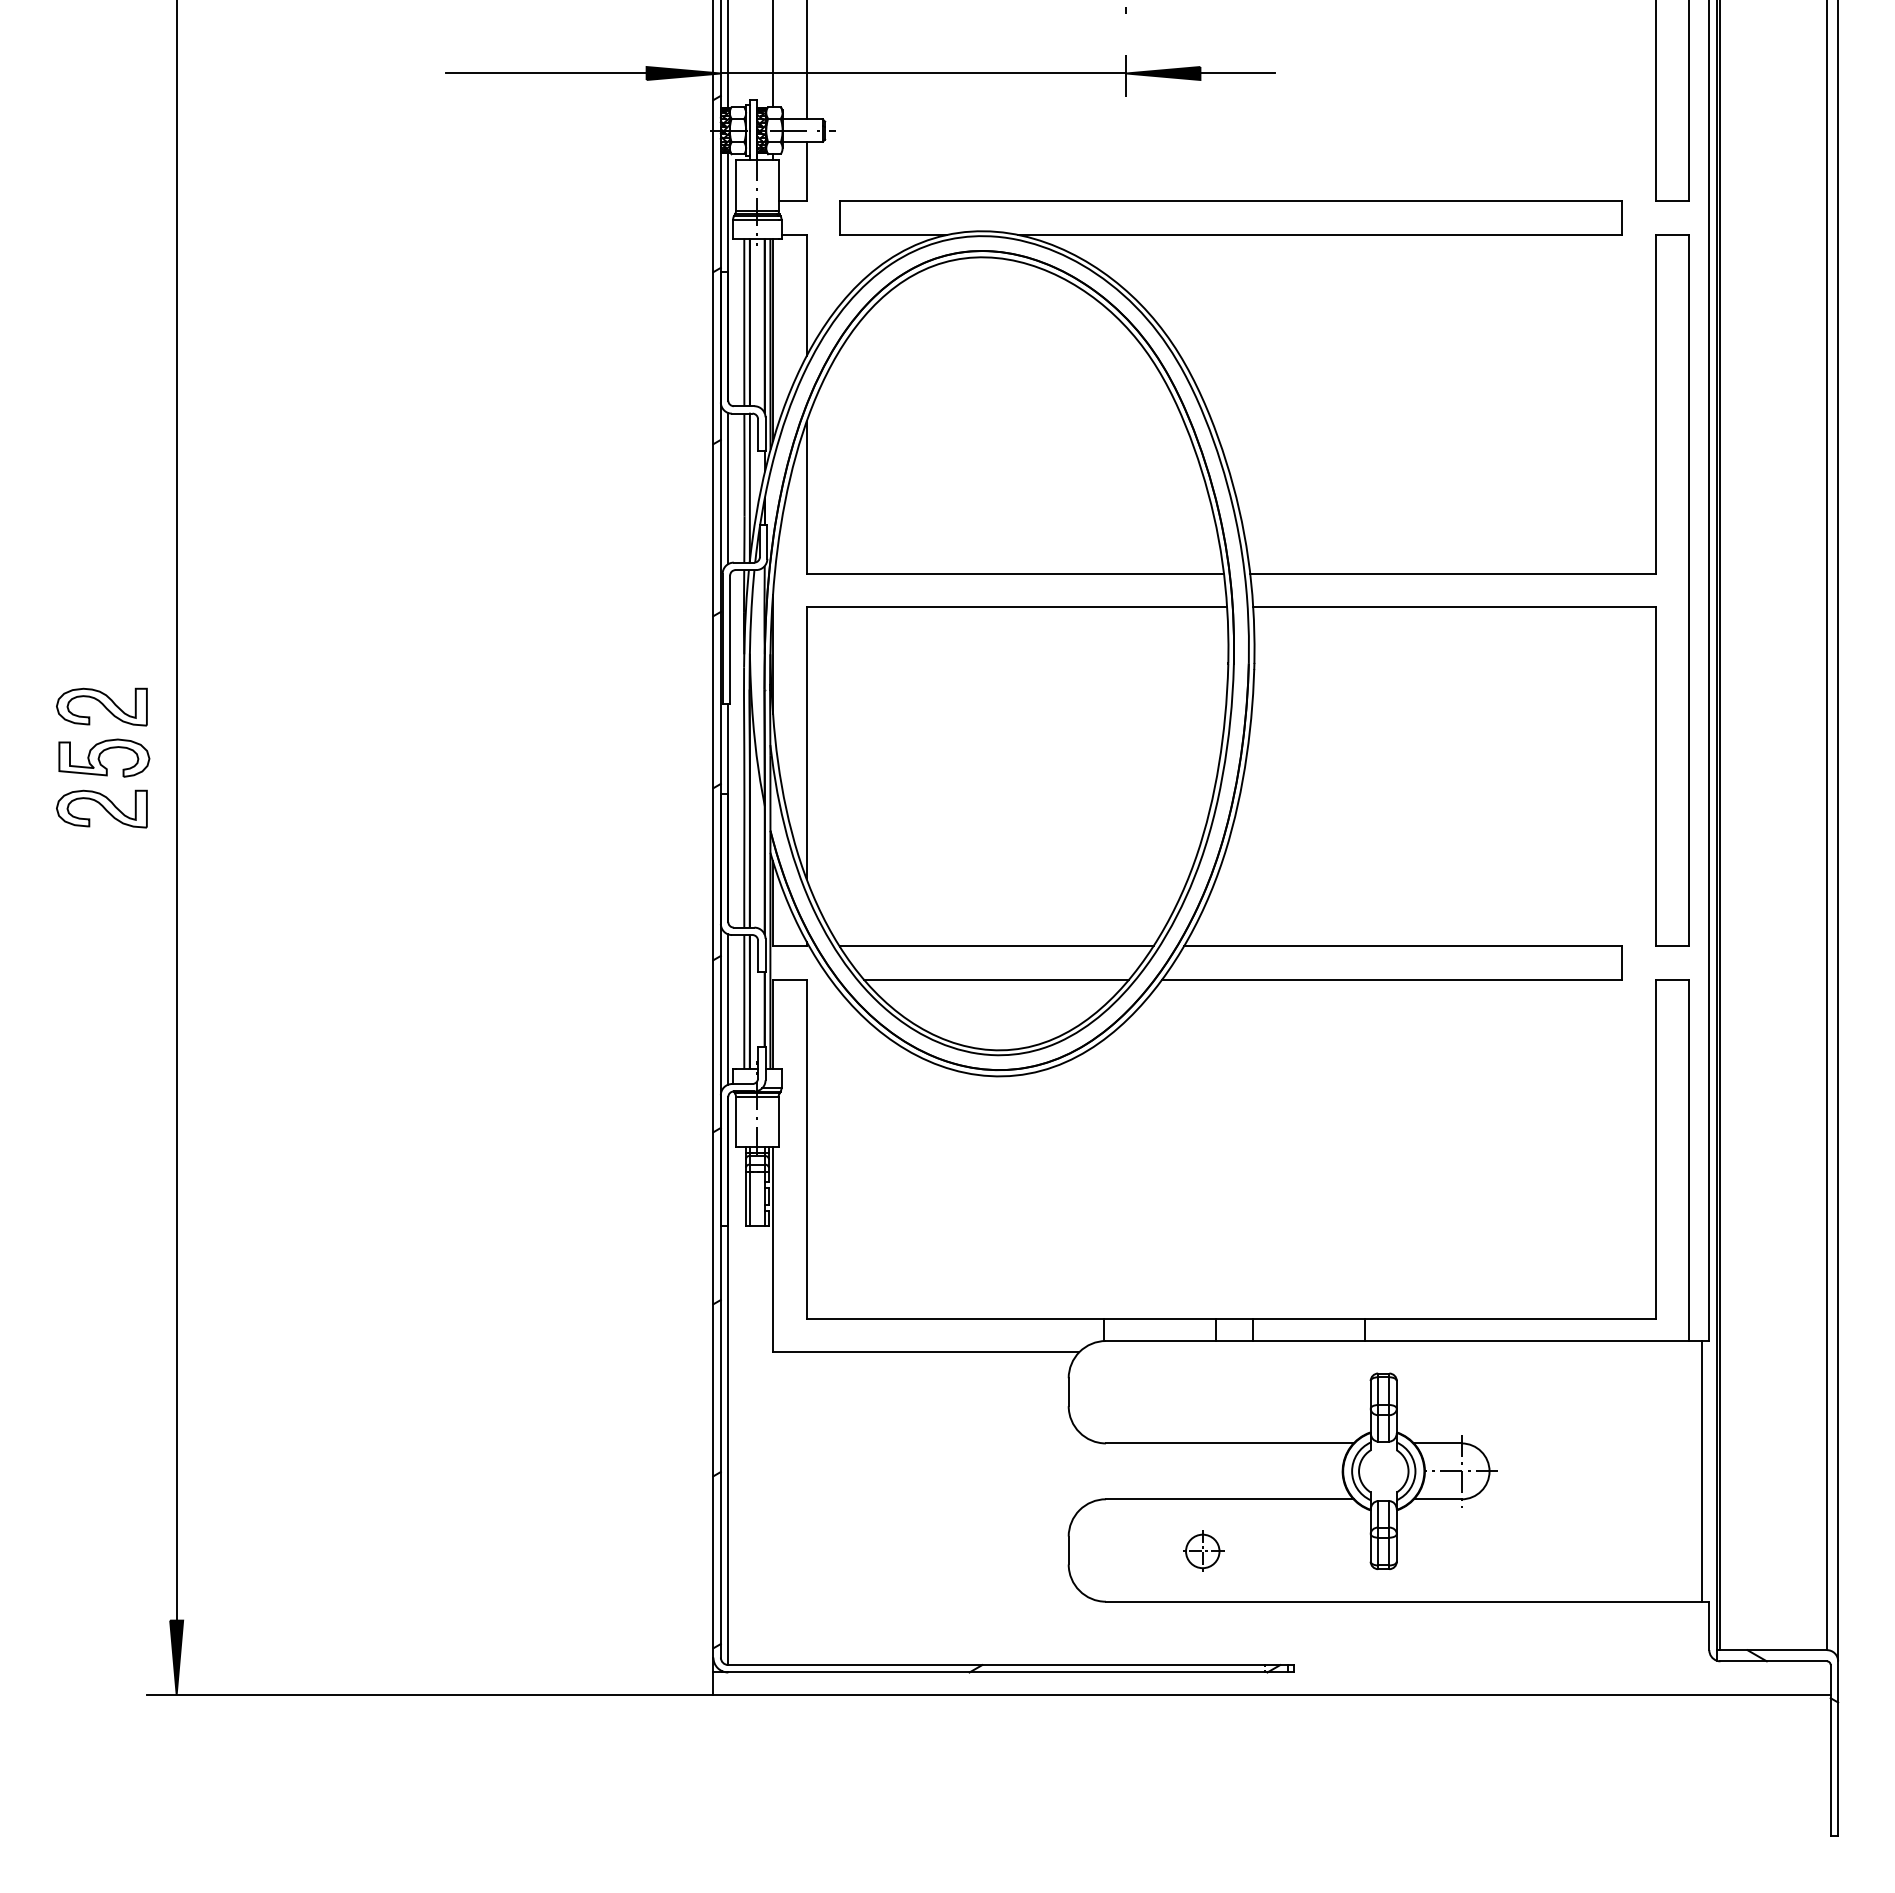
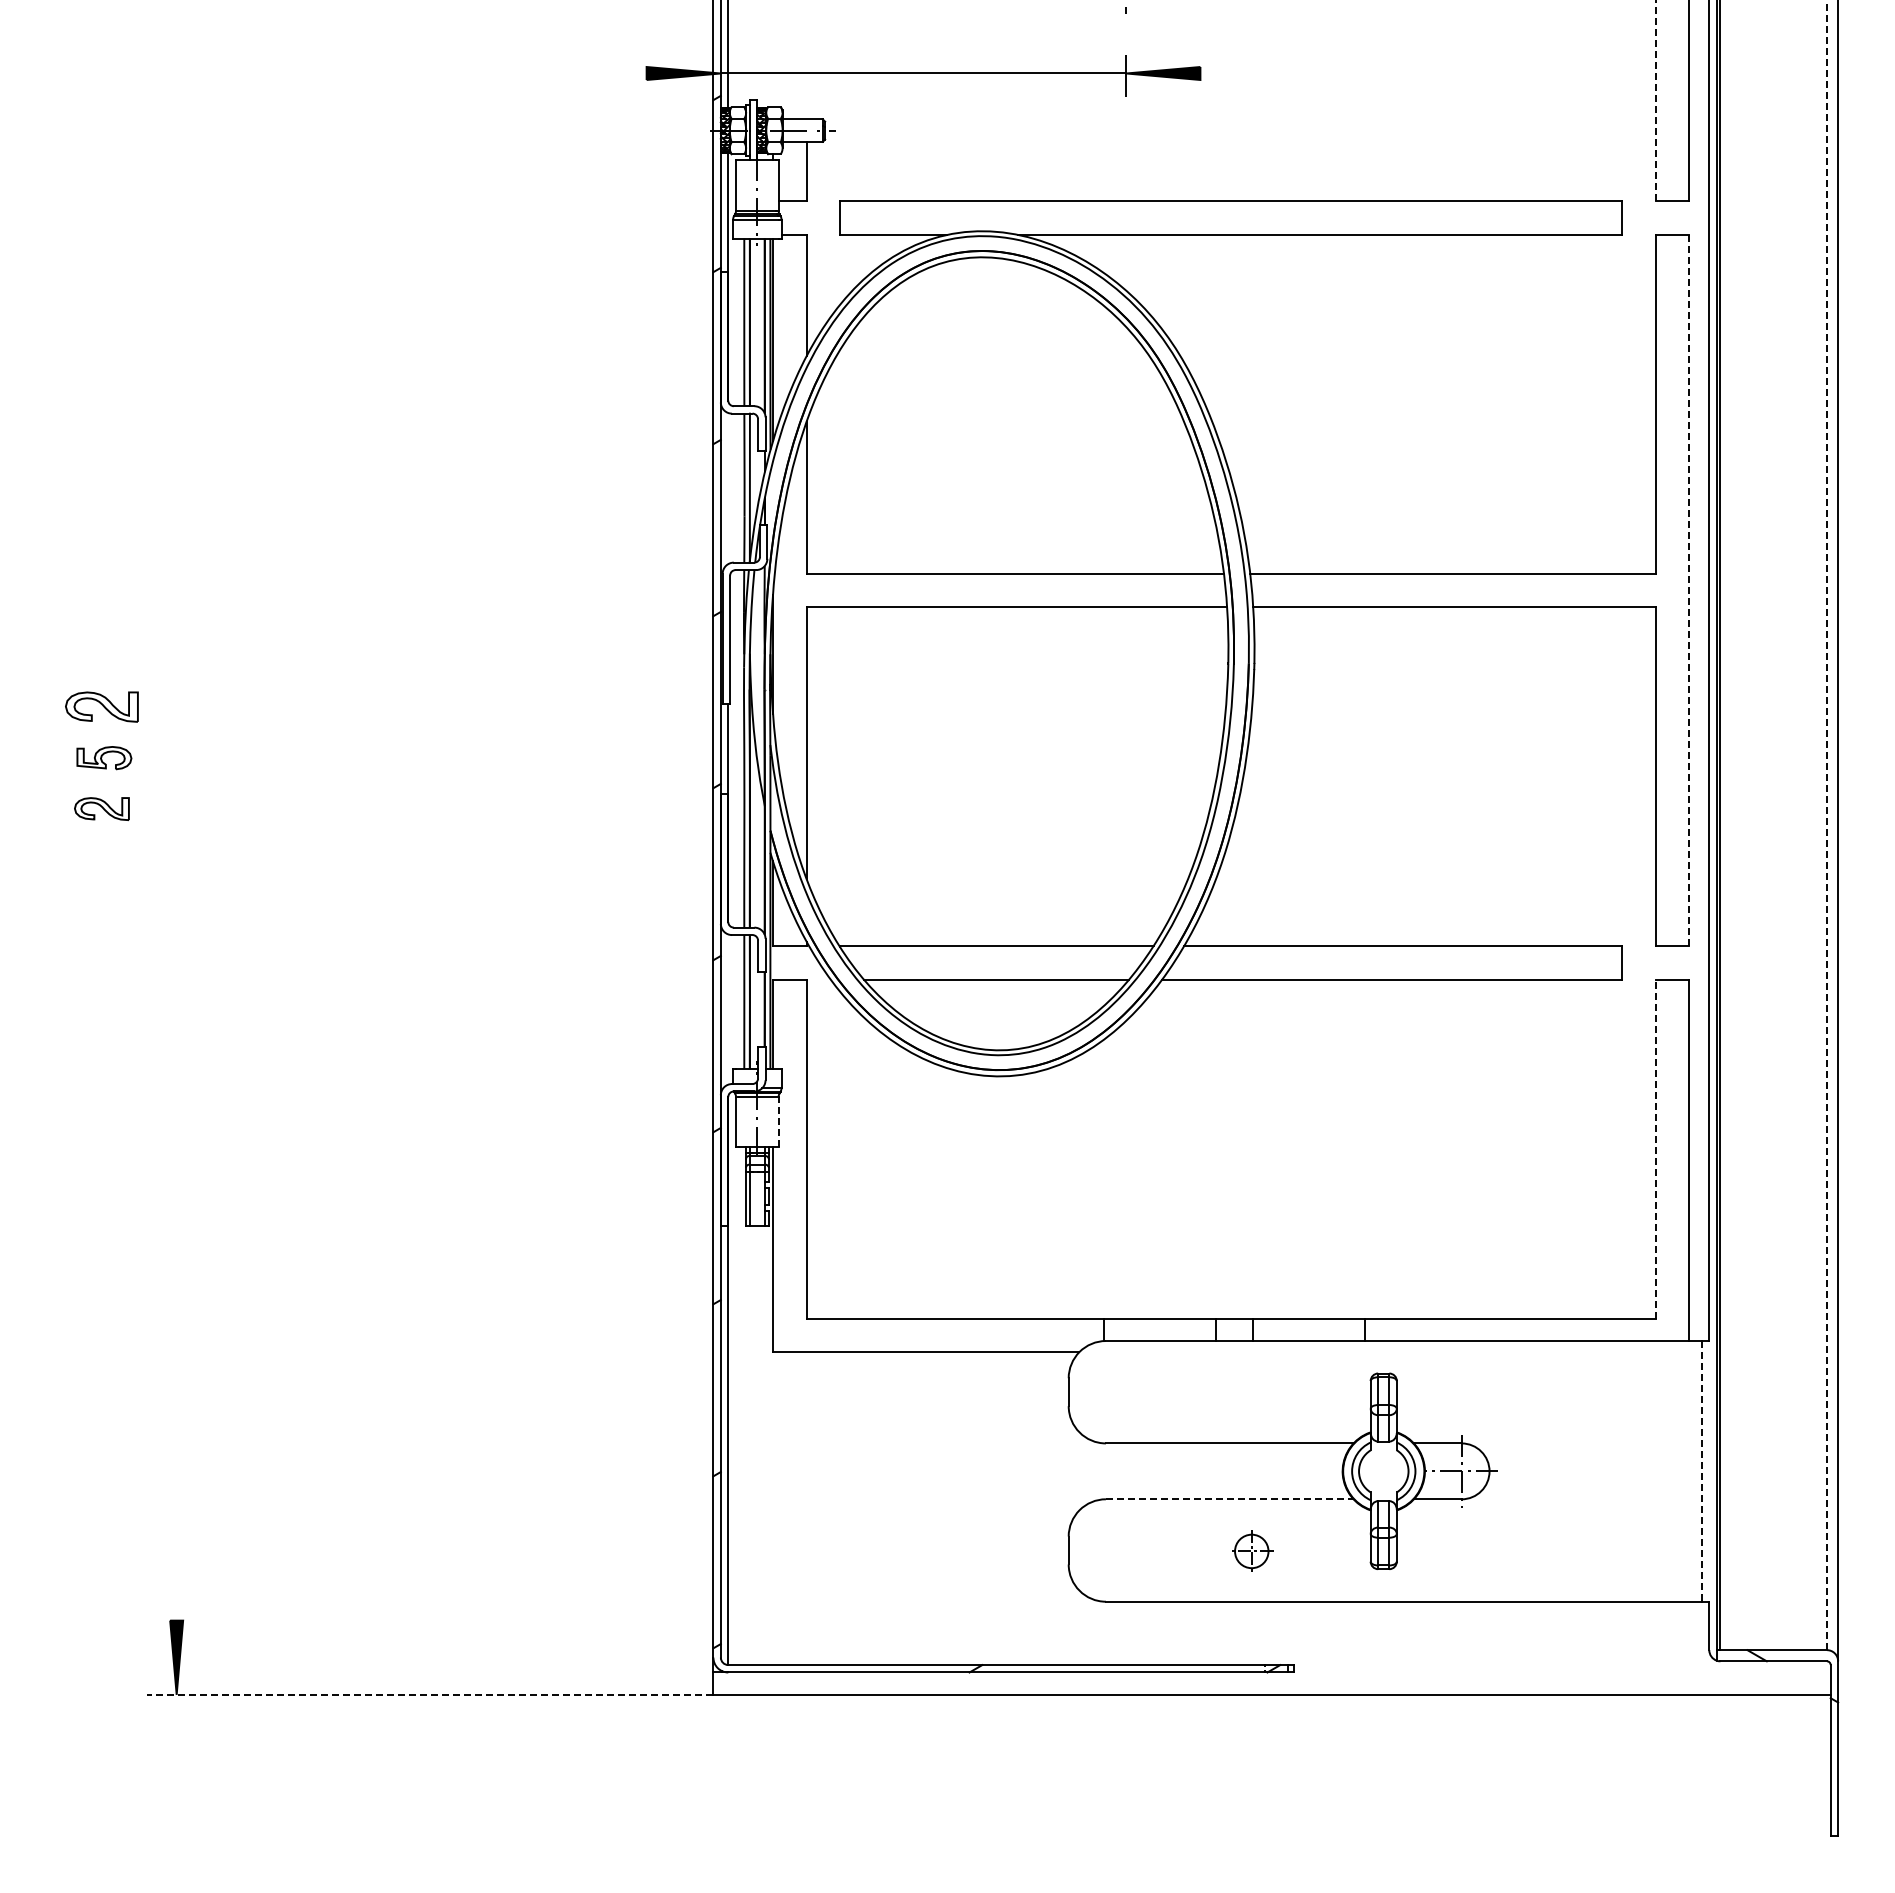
line at (772, 54): present -> none
line at (806, 61): present -> none
line at (545, 73): present -> none
line at (1237, 73): present -> none
line at (1655, 100): solid -> dashed
line at (728, 488): present -> none
line at (1689, 590): solid -> dashed
part at (101, 706) size: 92x40 px -> 74x32 px
part at (104, 757) size: 93x40 px -> 57x25 px
part at (101, 808) size: 92x40 px -> 56x24 px
line at (176, 811): present -> none
line at (1826, 825): solid -> dashed
line at (728, 1009): present -> none
line at (778, 1121): solid -> dashed
line at (1655, 1148): solid -> dashed
line at (1701, 1471): solid -> dashed
line at (1229, 1499): solid -> dashed
part at (1203, 1550) position: (1203, 1550) -> (1252, 1550)
line at (429, 1694): solid -> dashed
